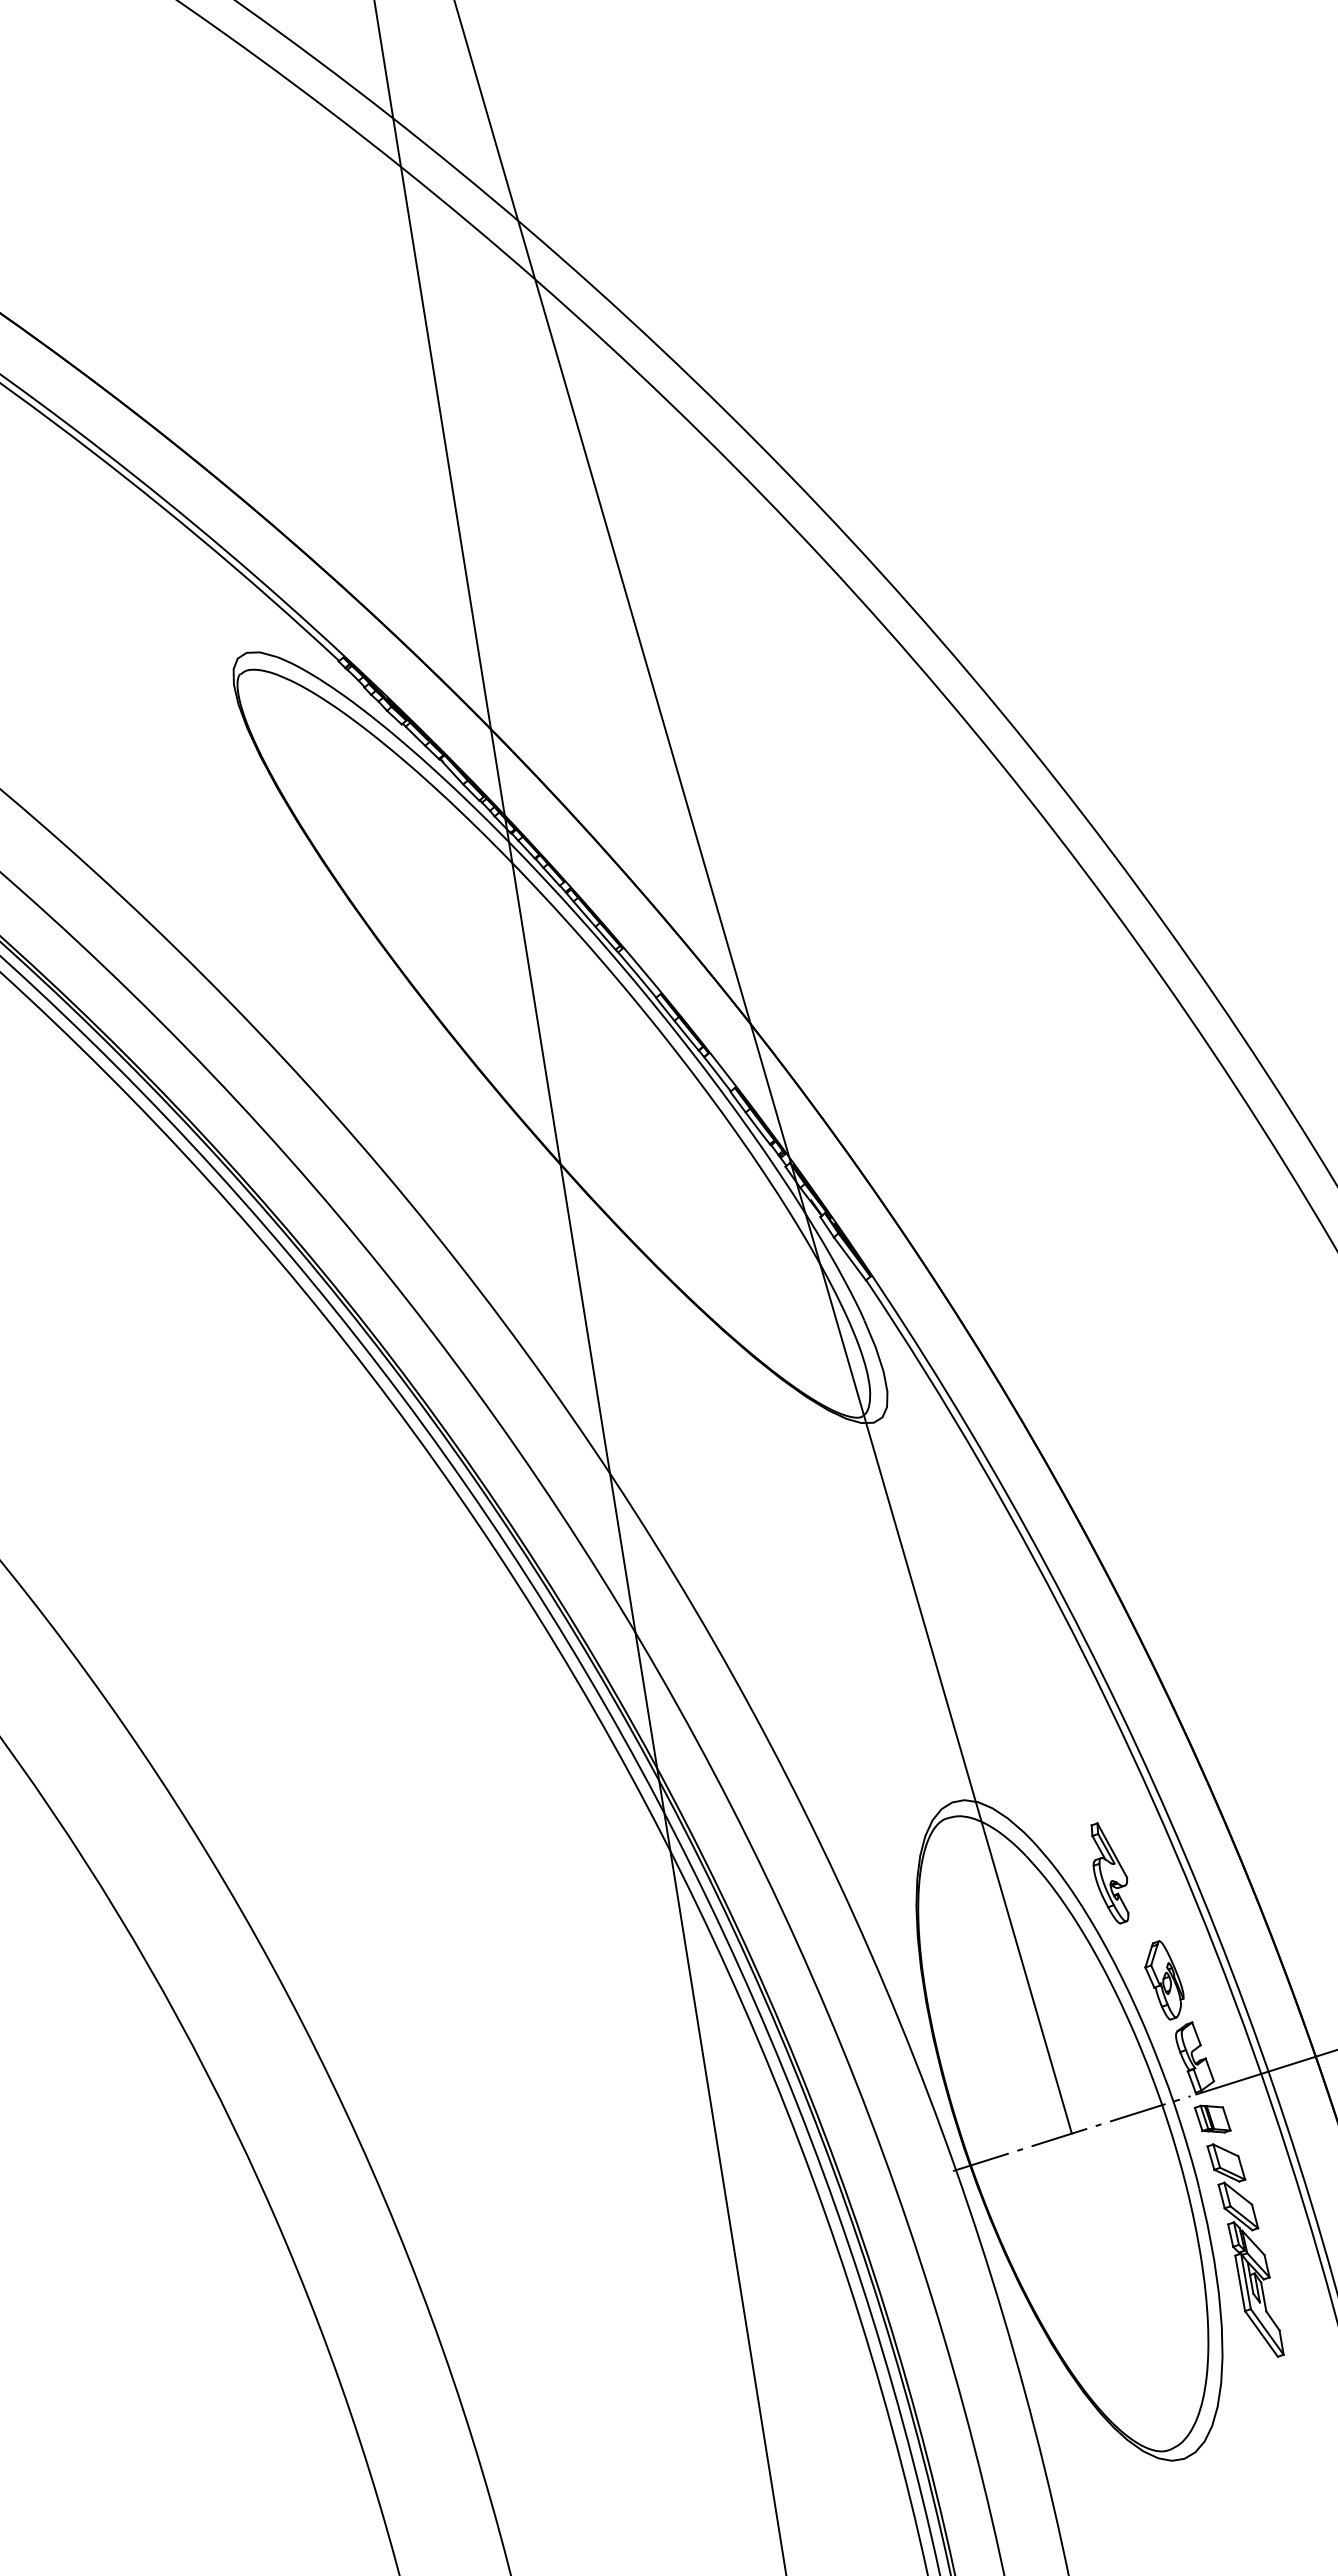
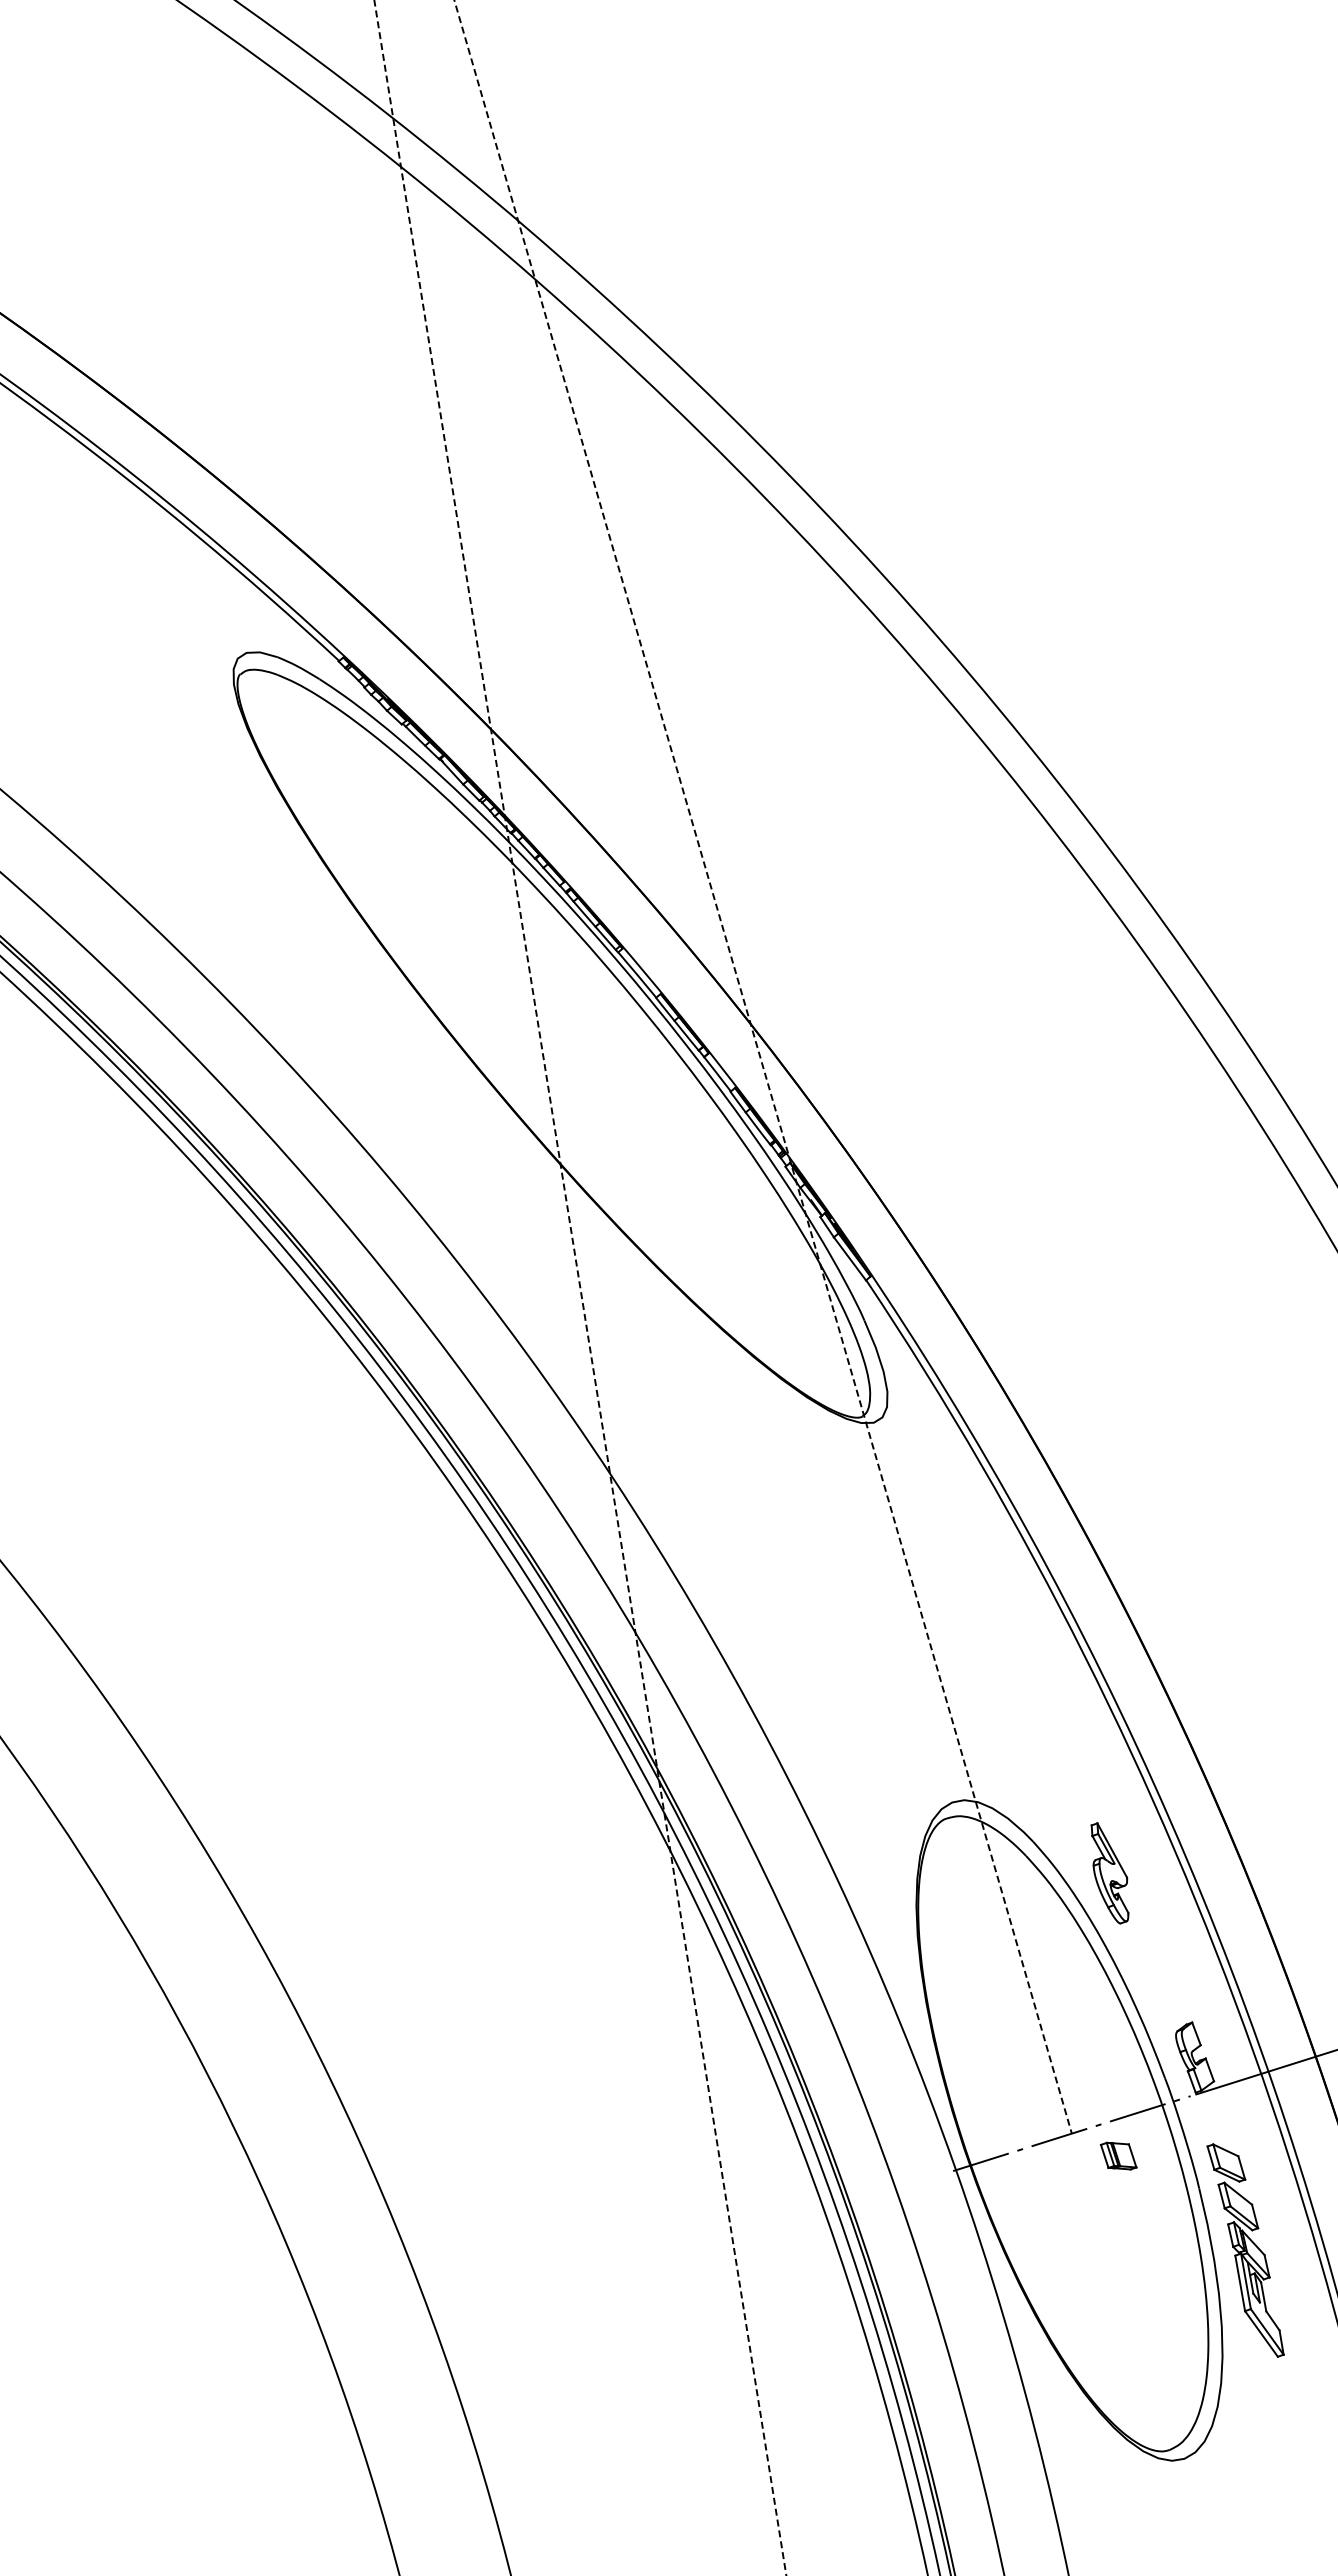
line at (763, 1067): solid -> dashed
line at (580, 1287): solid -> dashed
part at (1164, 1980): present -> none
part at (1212, 2118) position: (1212, 2118) -> (1118, 2155)
